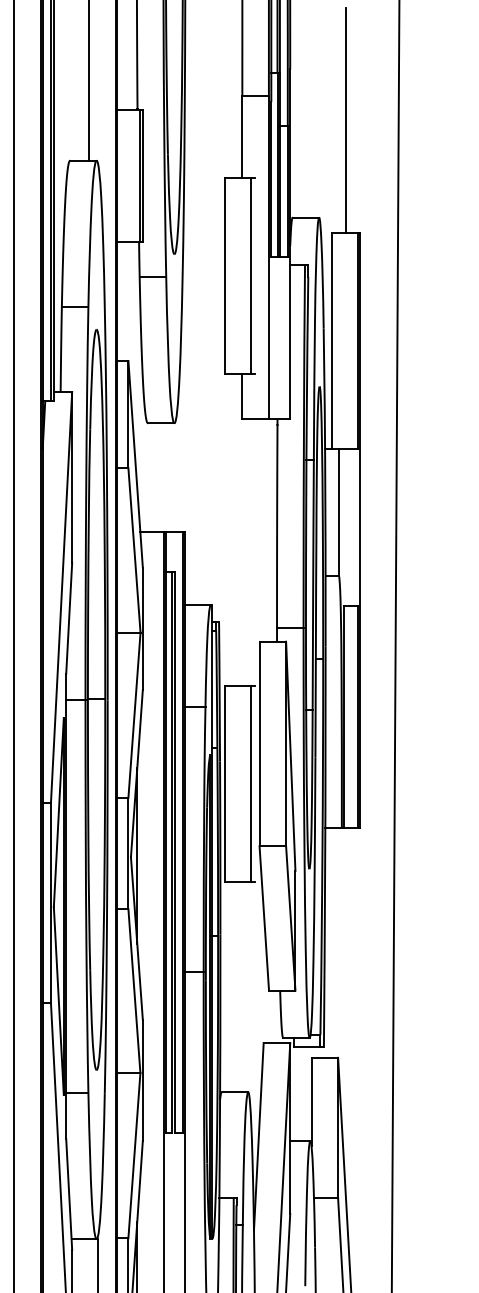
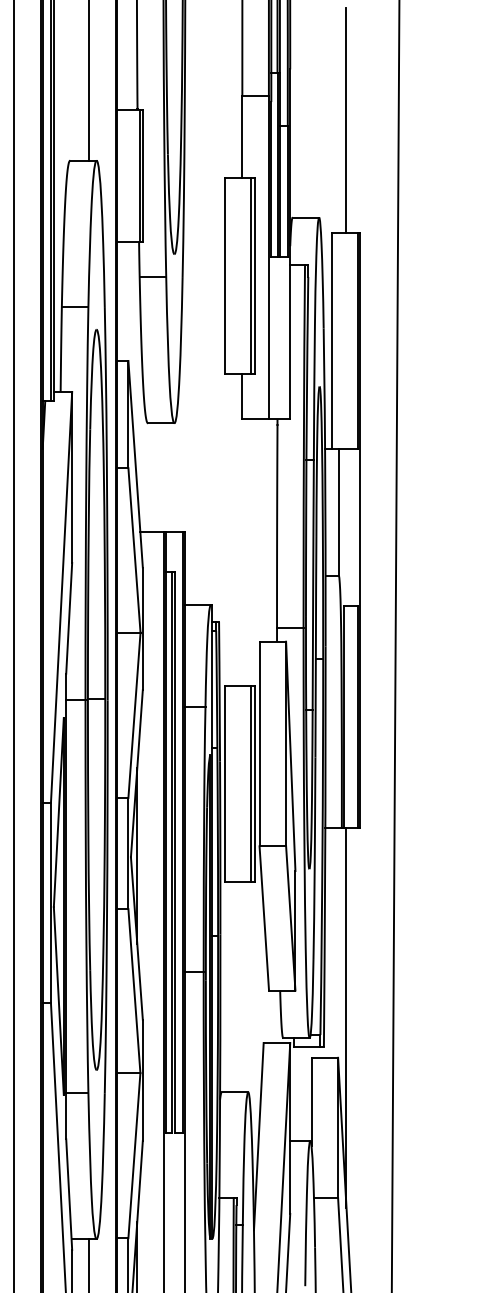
line at (255, 275): none -> present
line at (255, 783): none -> present
line at (346, 1017): none -> present
line at (98, 1264) position: (98, 1264) -> (89, 1264)
